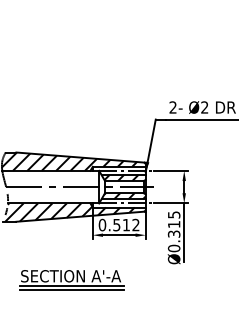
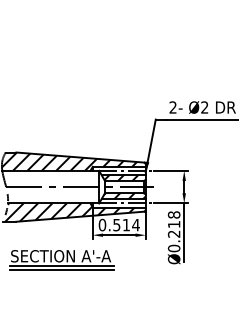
text at (135, 224): 0.512 -> 0.514
text at (173, 224): Ø0.315 -> Ø0.218
part at (71, 280) position: (71, 280) -> (61, 260)
